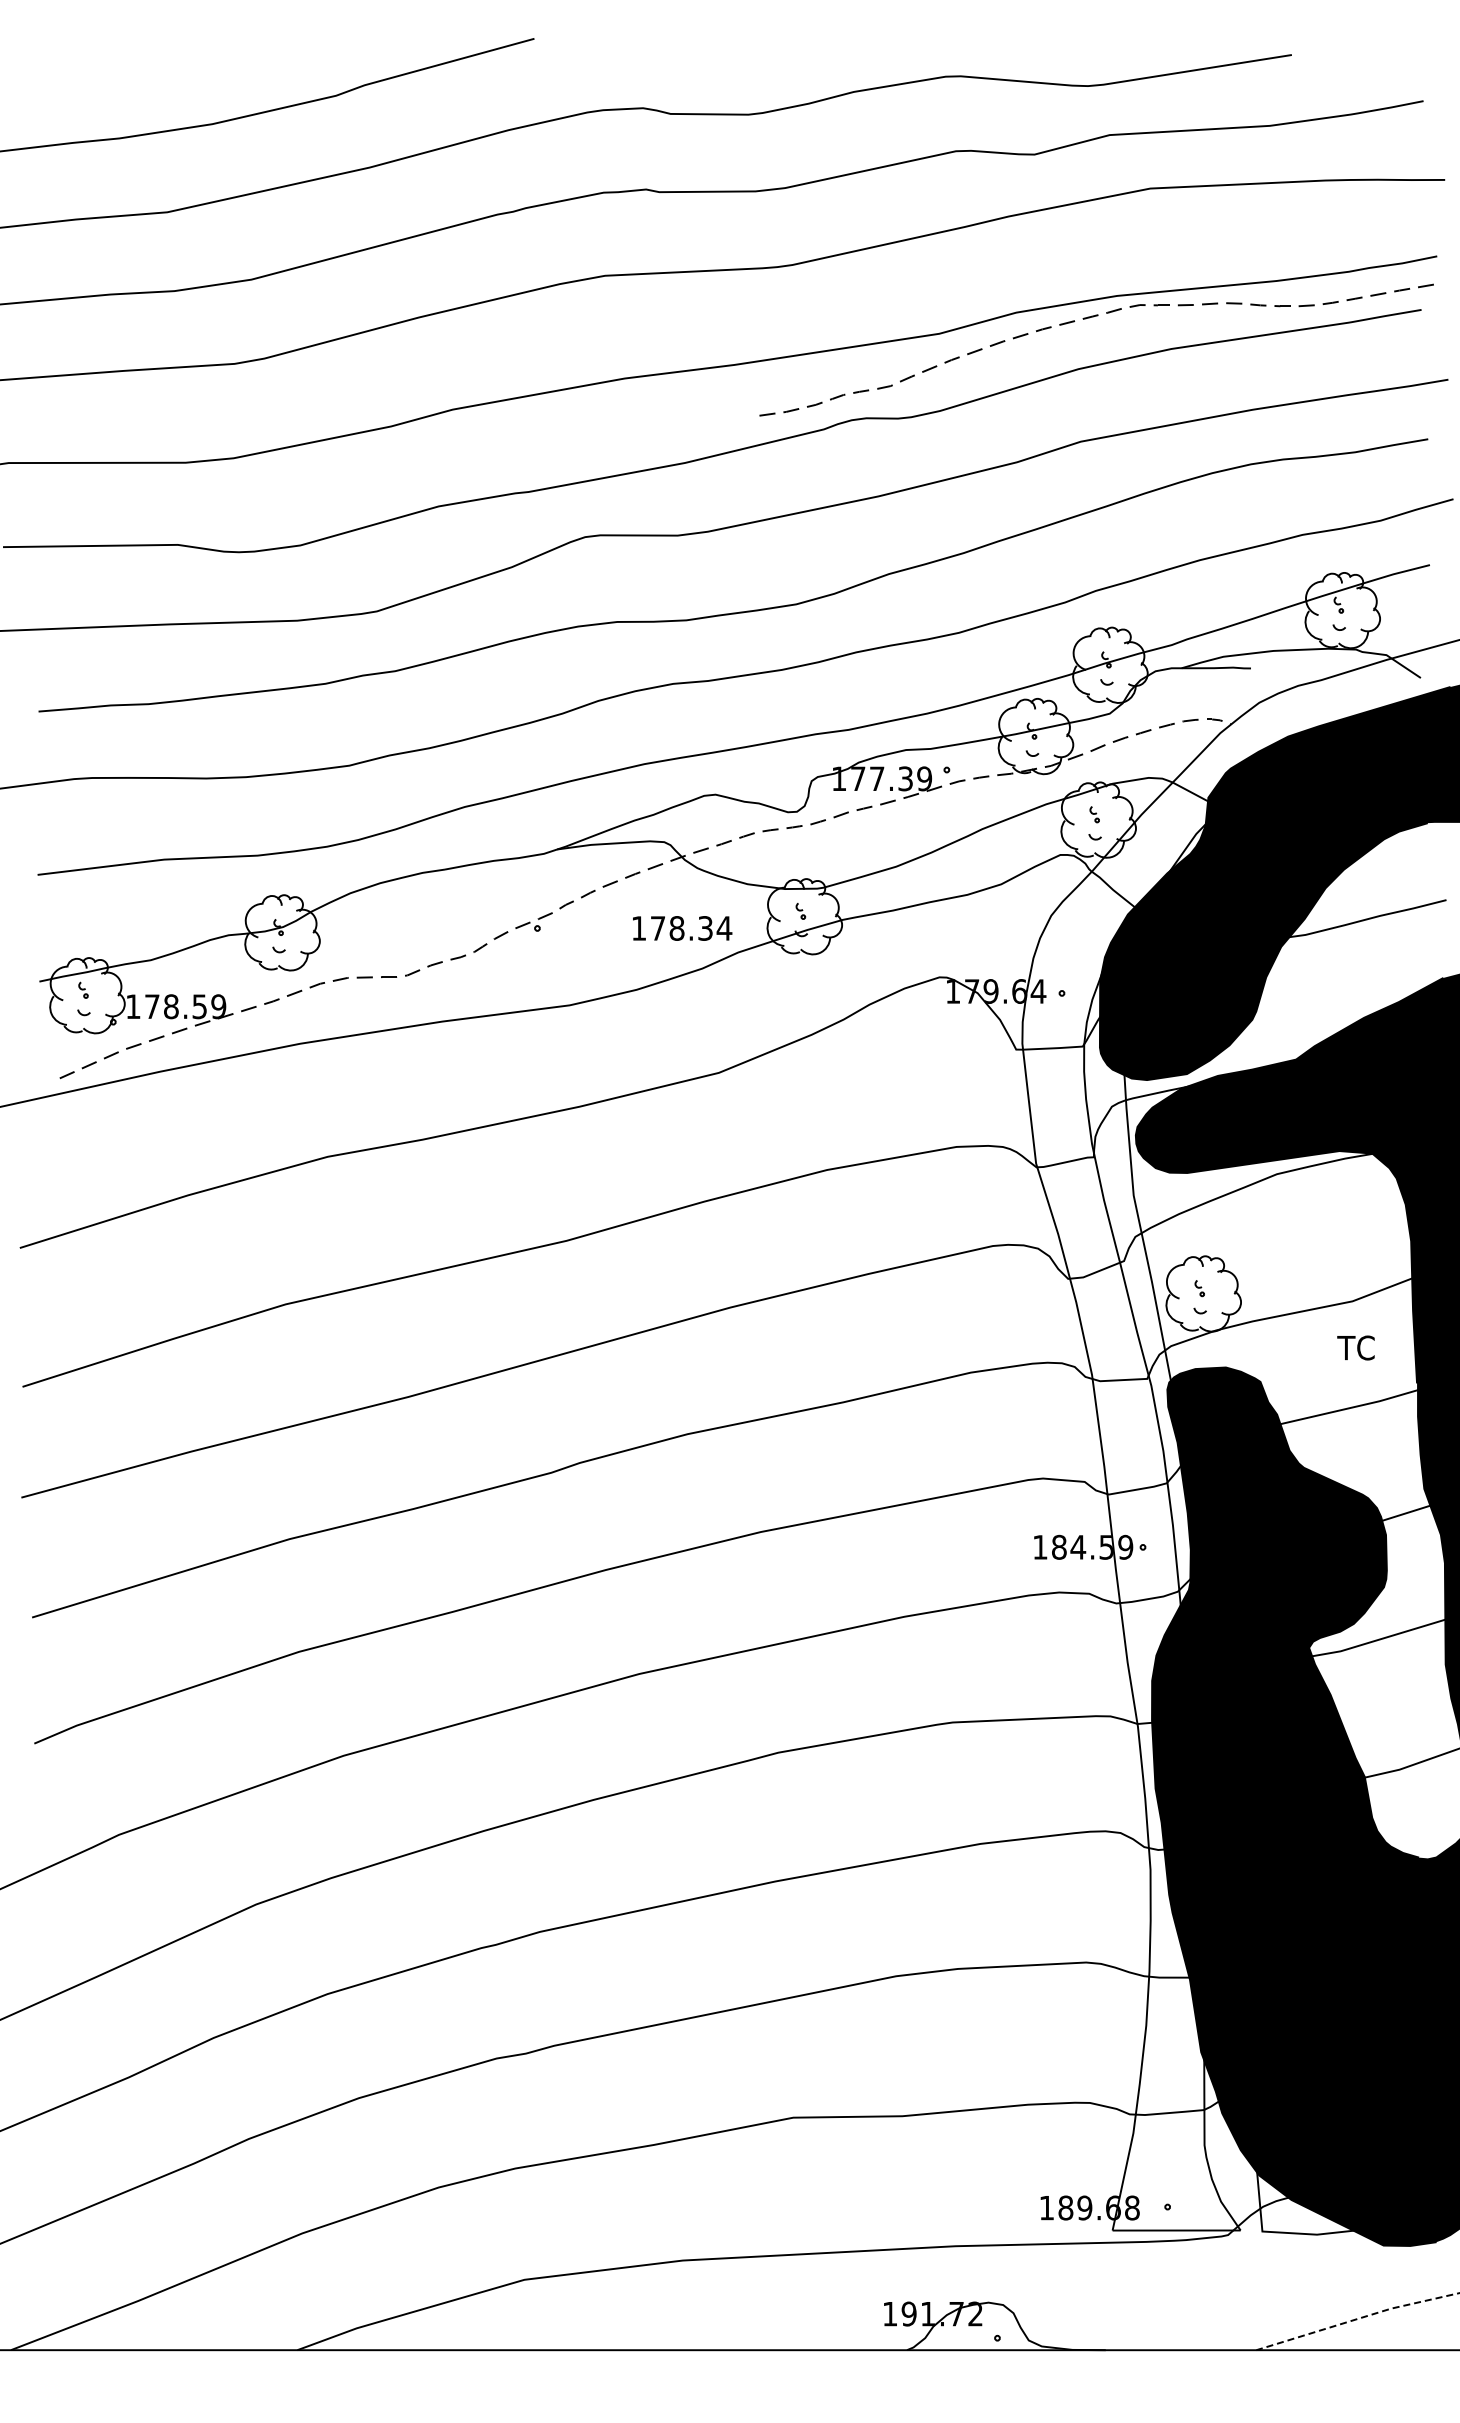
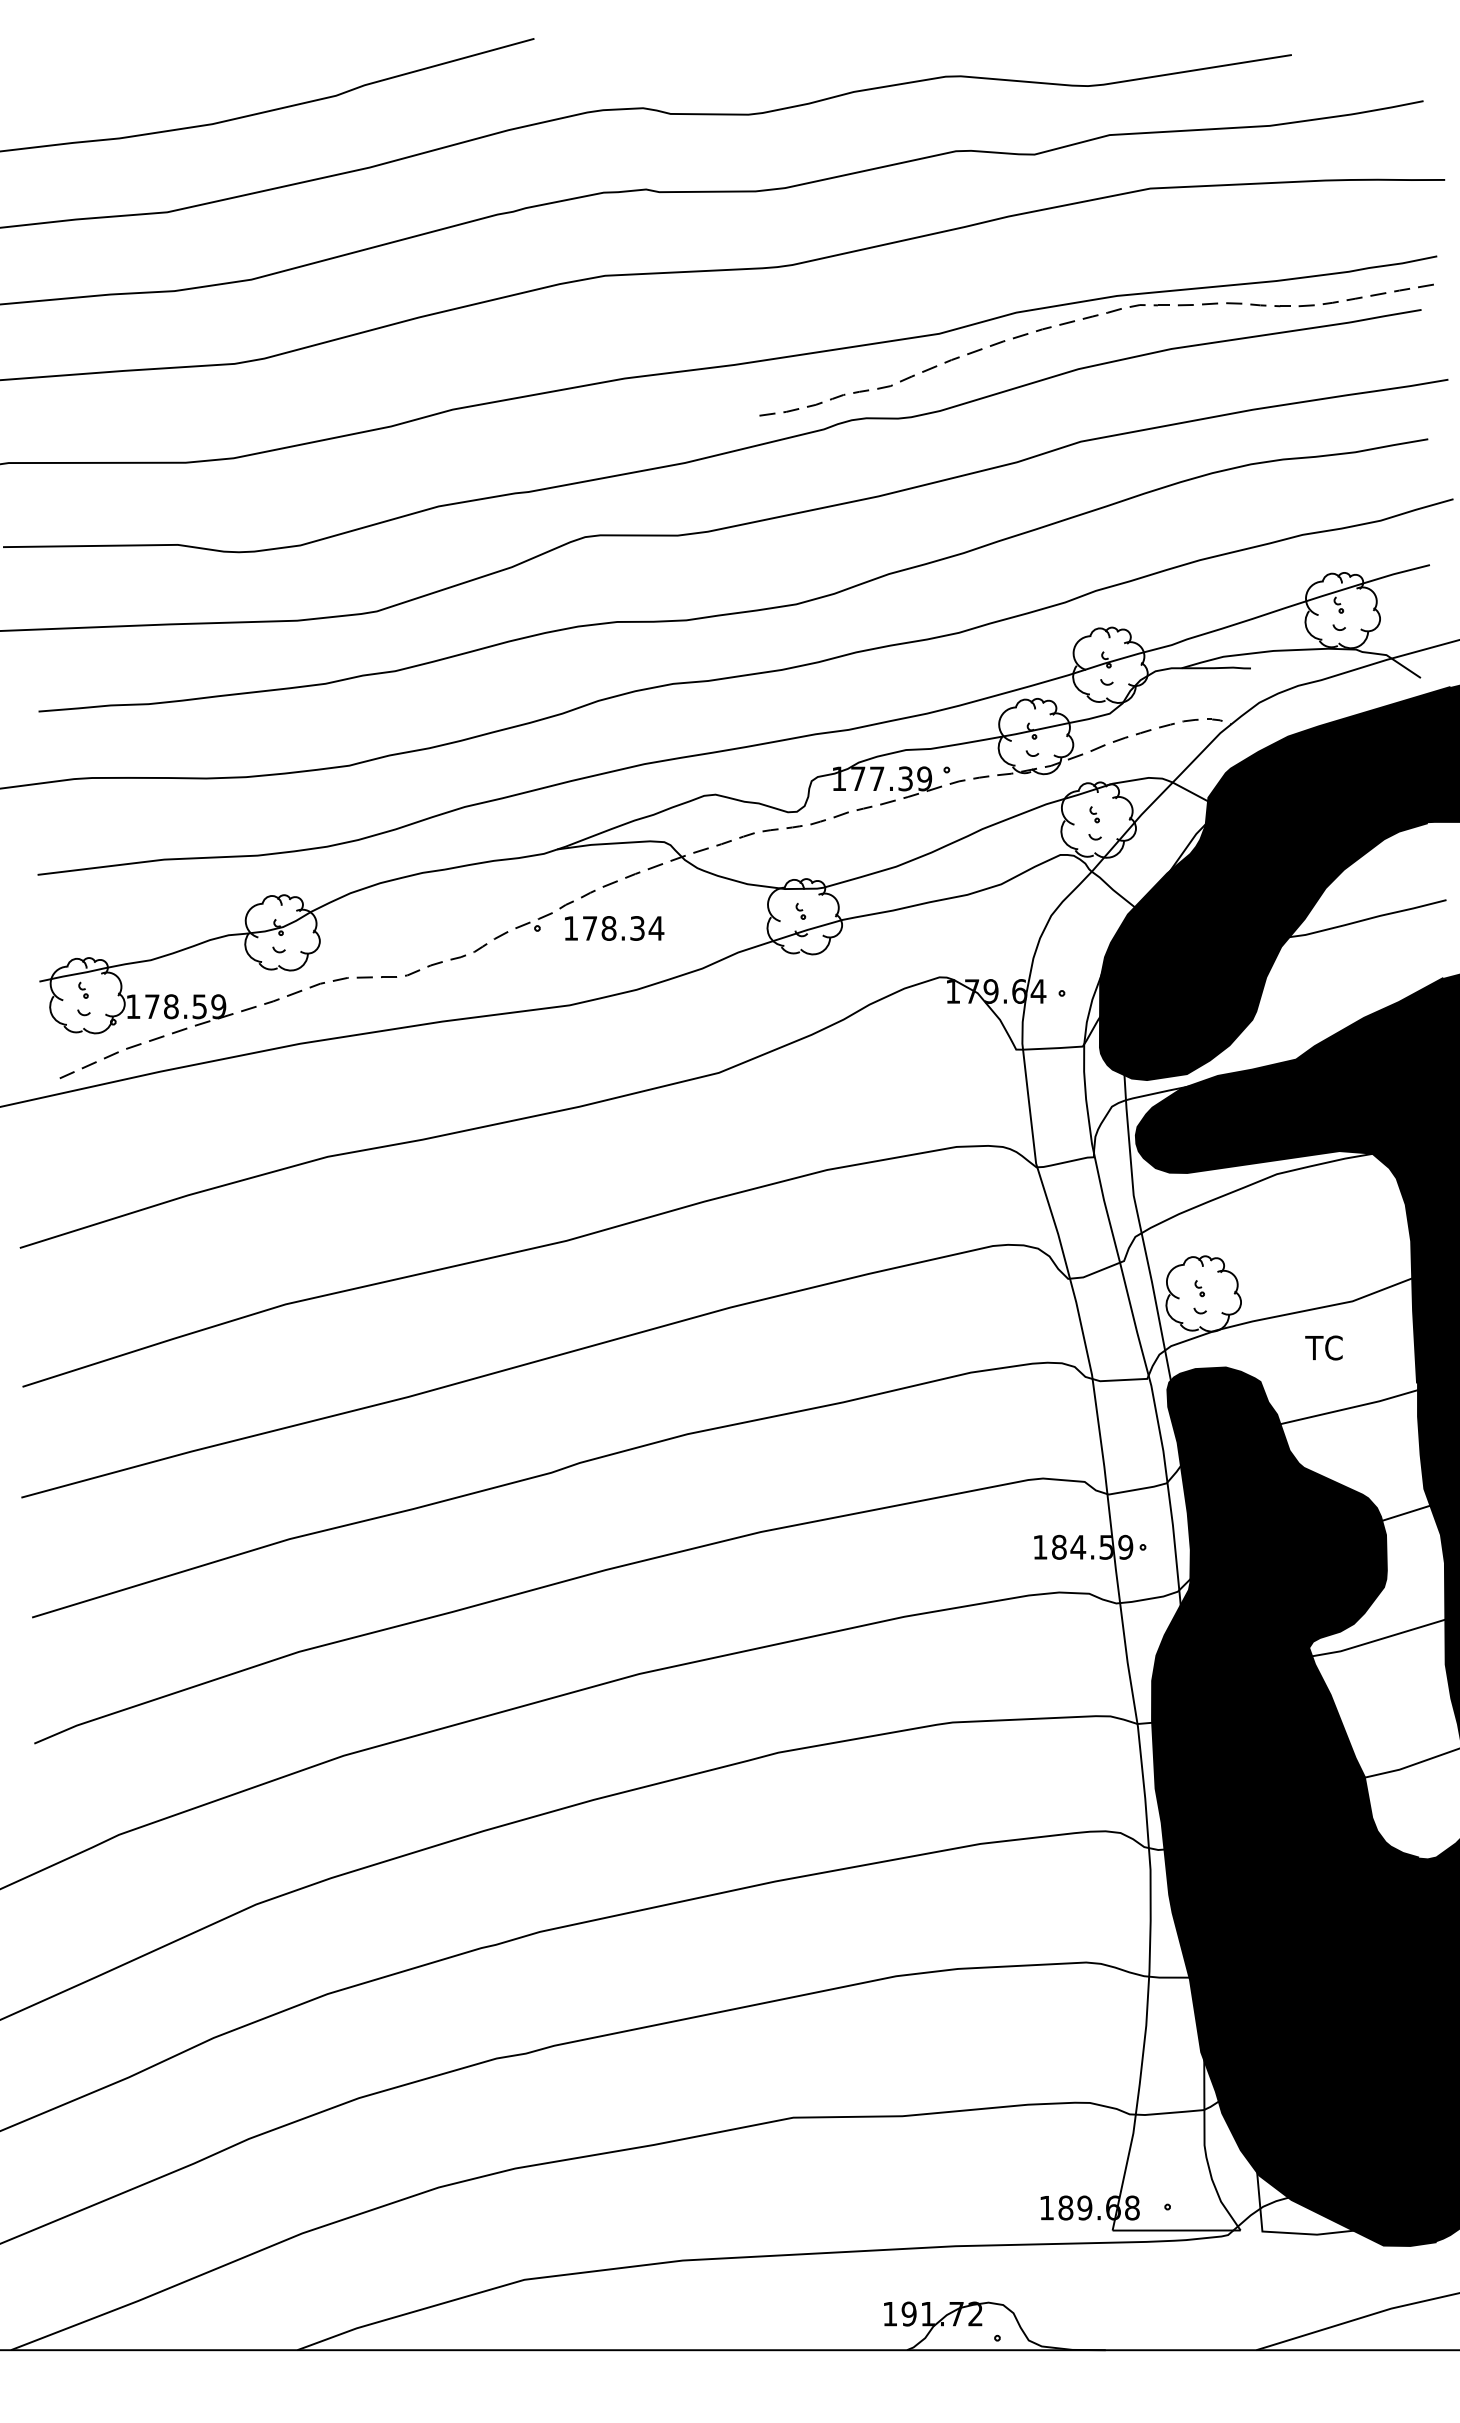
text at (682, 928) position: (682, 928) -> (614, 928)
text at (1355, 1347) position: (1355, 1347) -> (1323, 1347)
line at (1357, 2319): dashed -> solid
